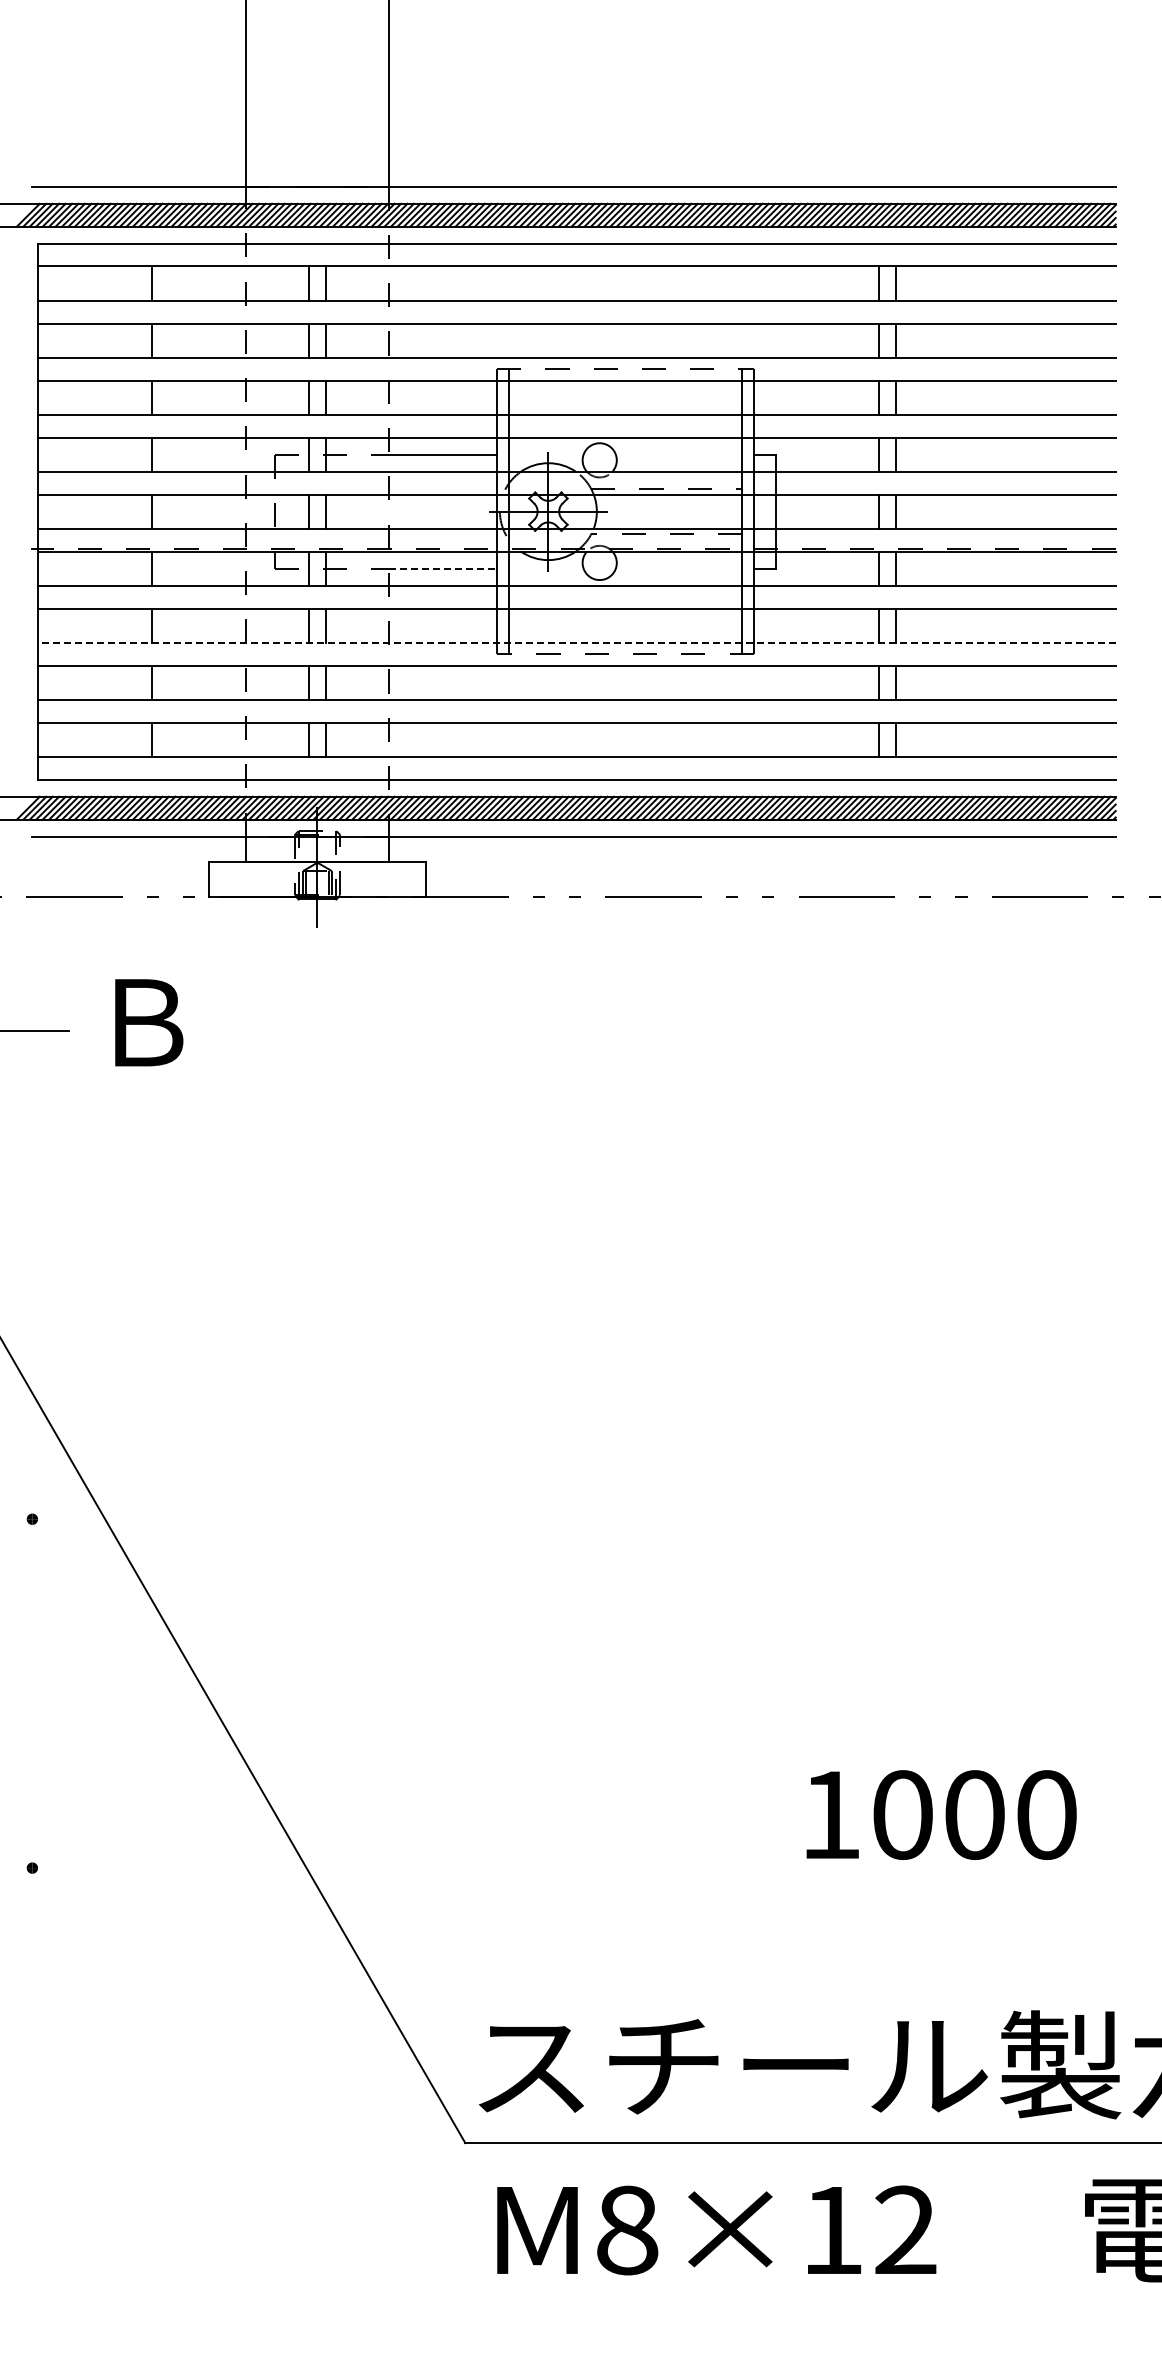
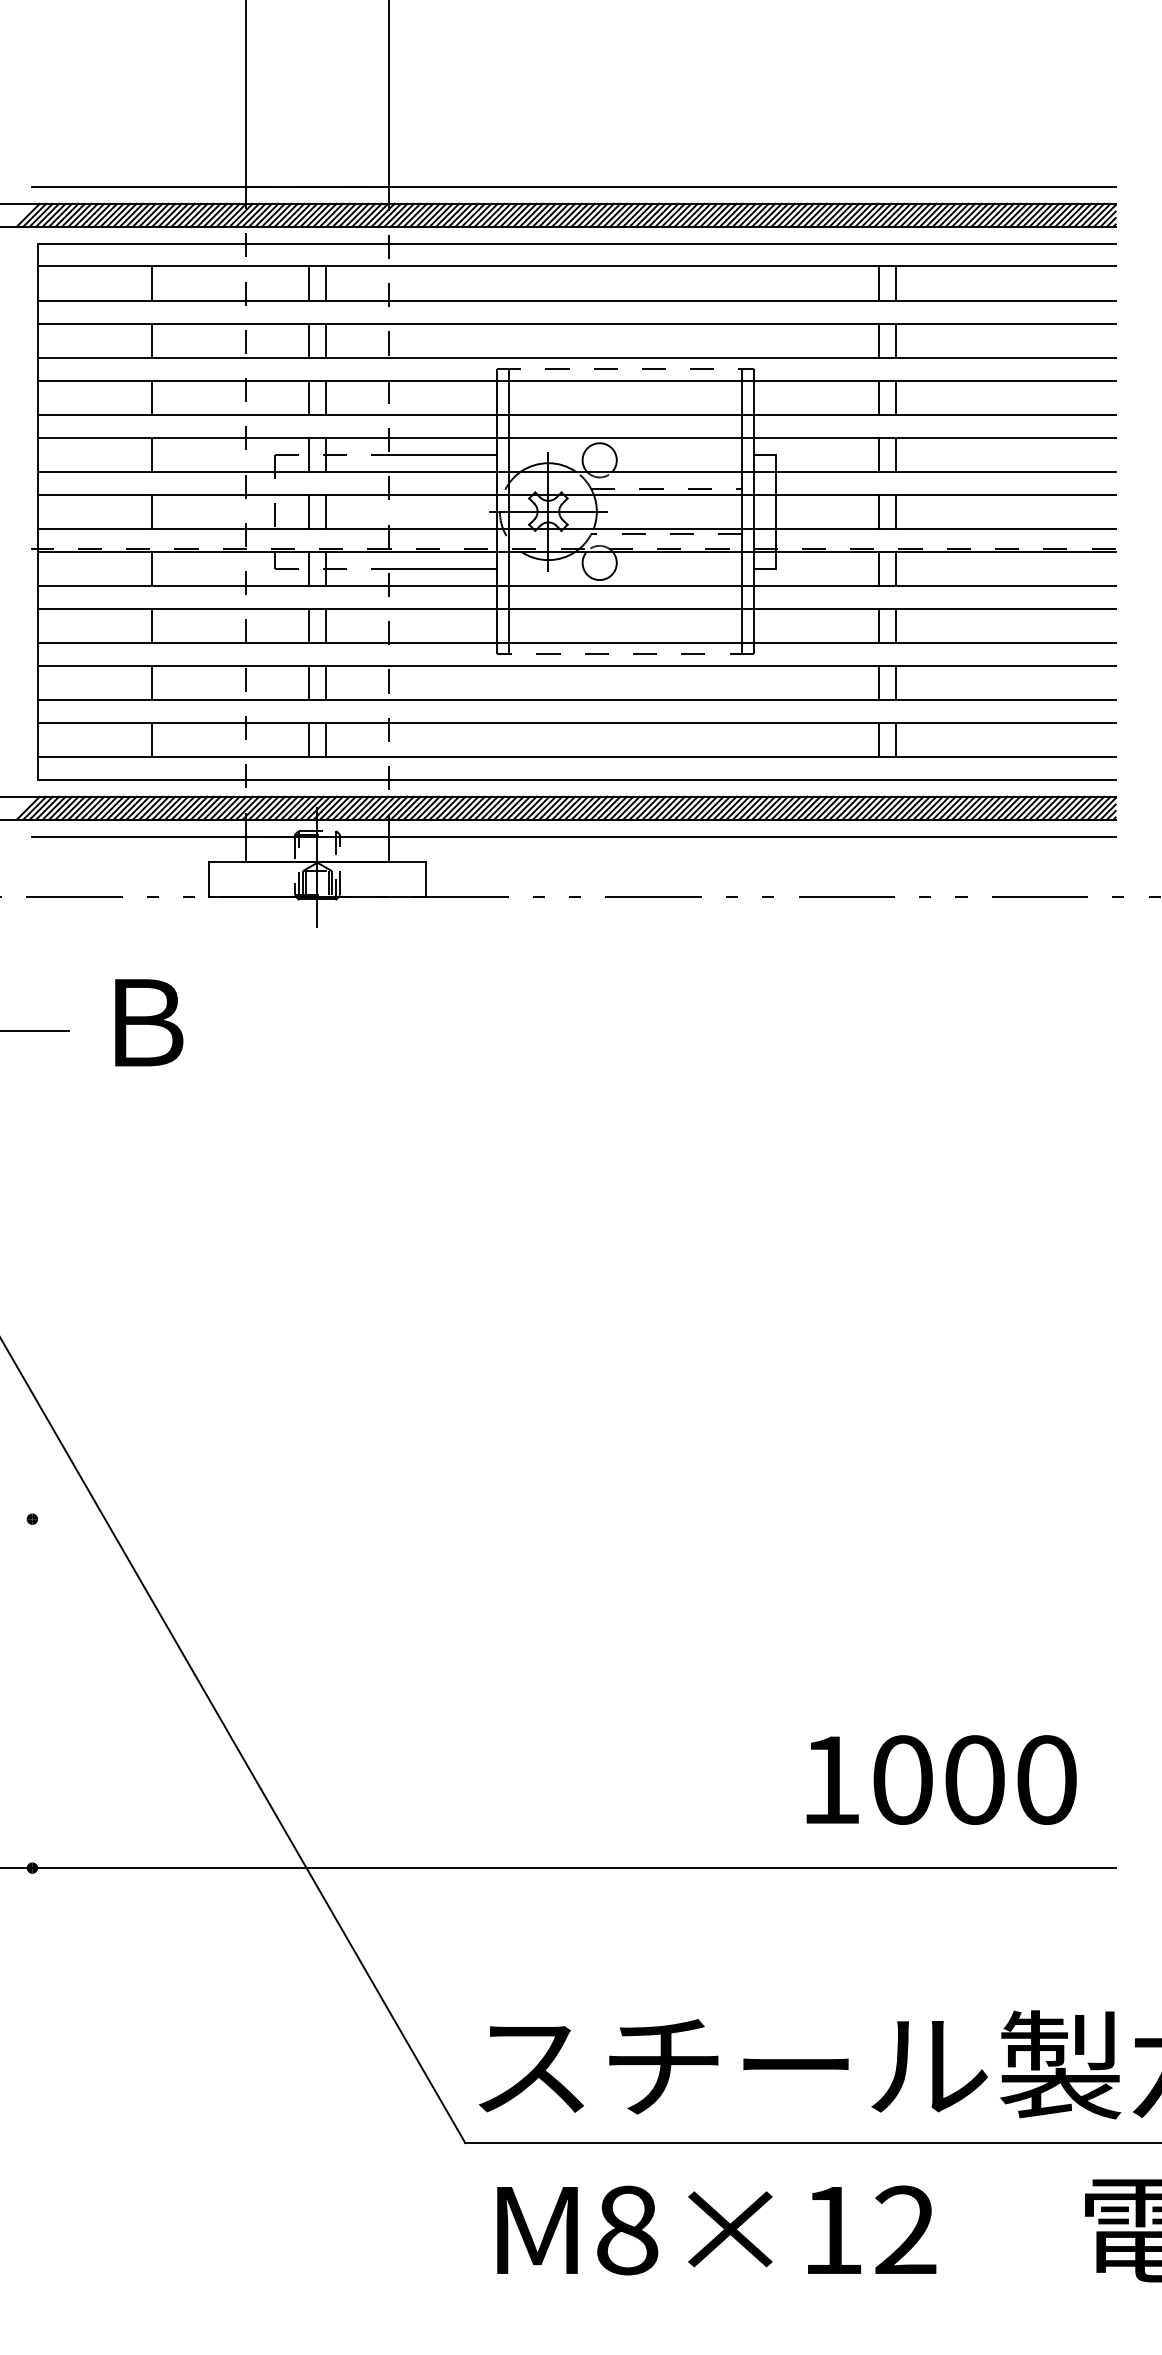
line at (443, 568): dashed -> solid
line at (576, 642): dashed -> solid
text at (941, 1814) position: (941, 1814) -> (941, 1779)
line at (558, 1868): none -> present
